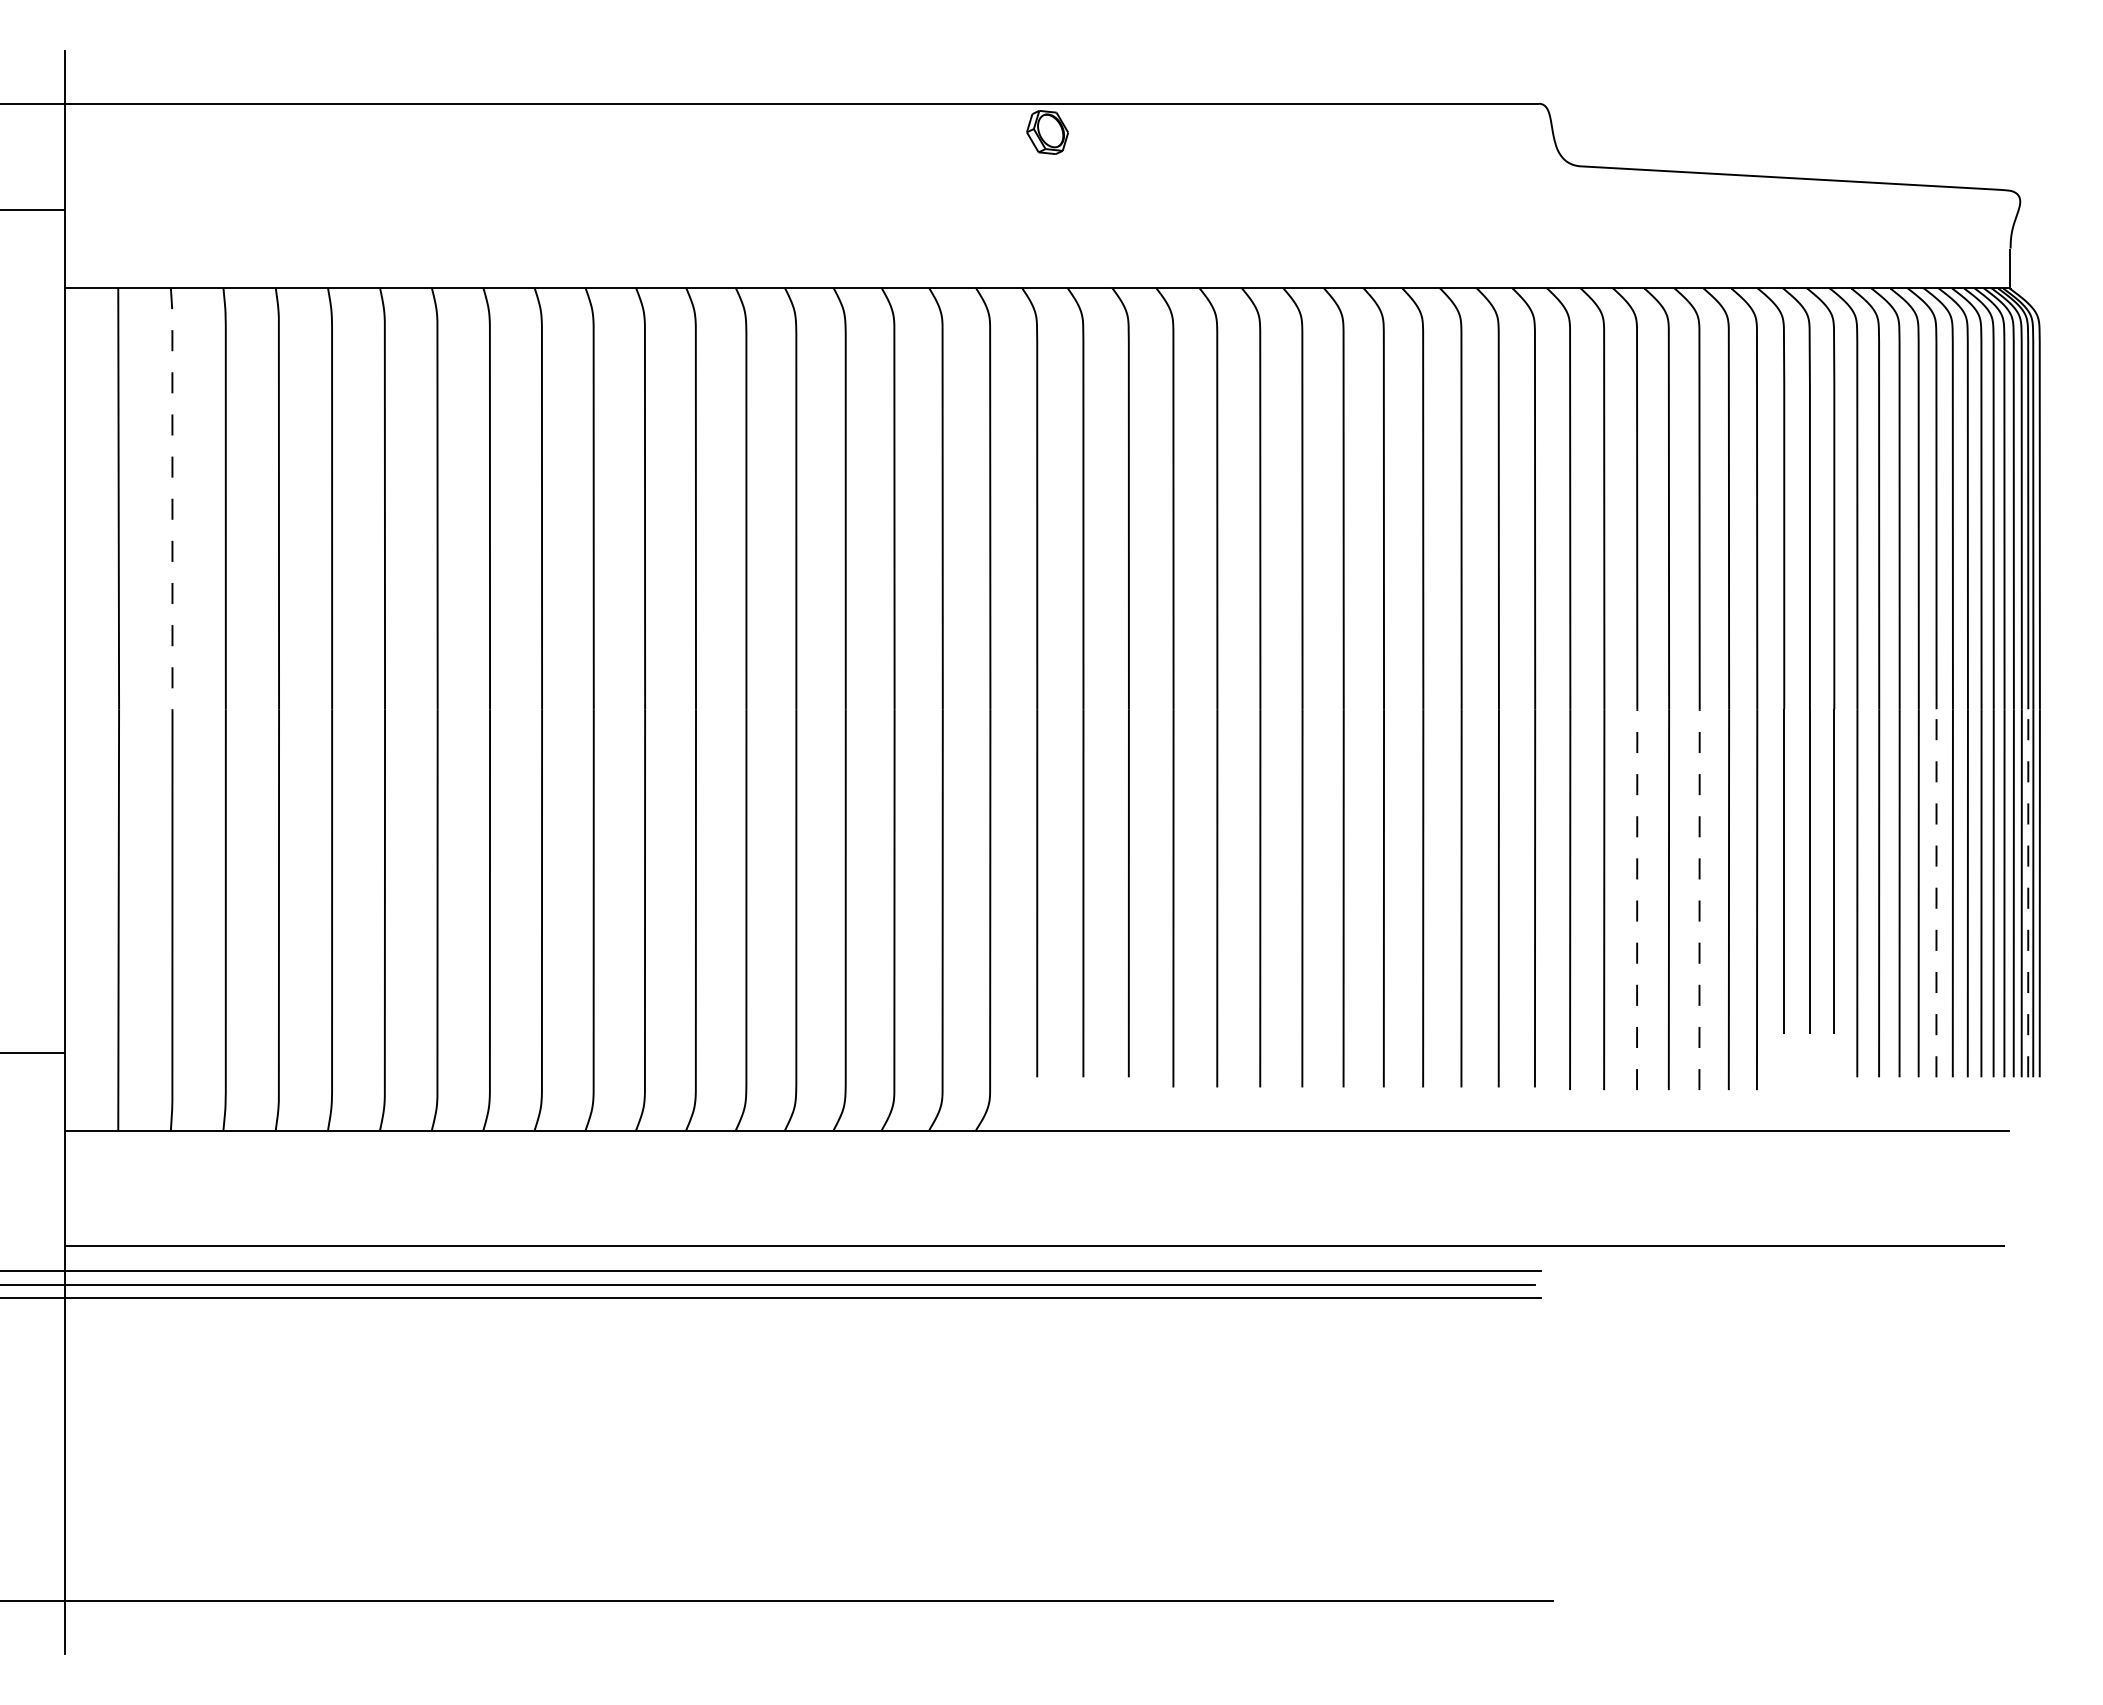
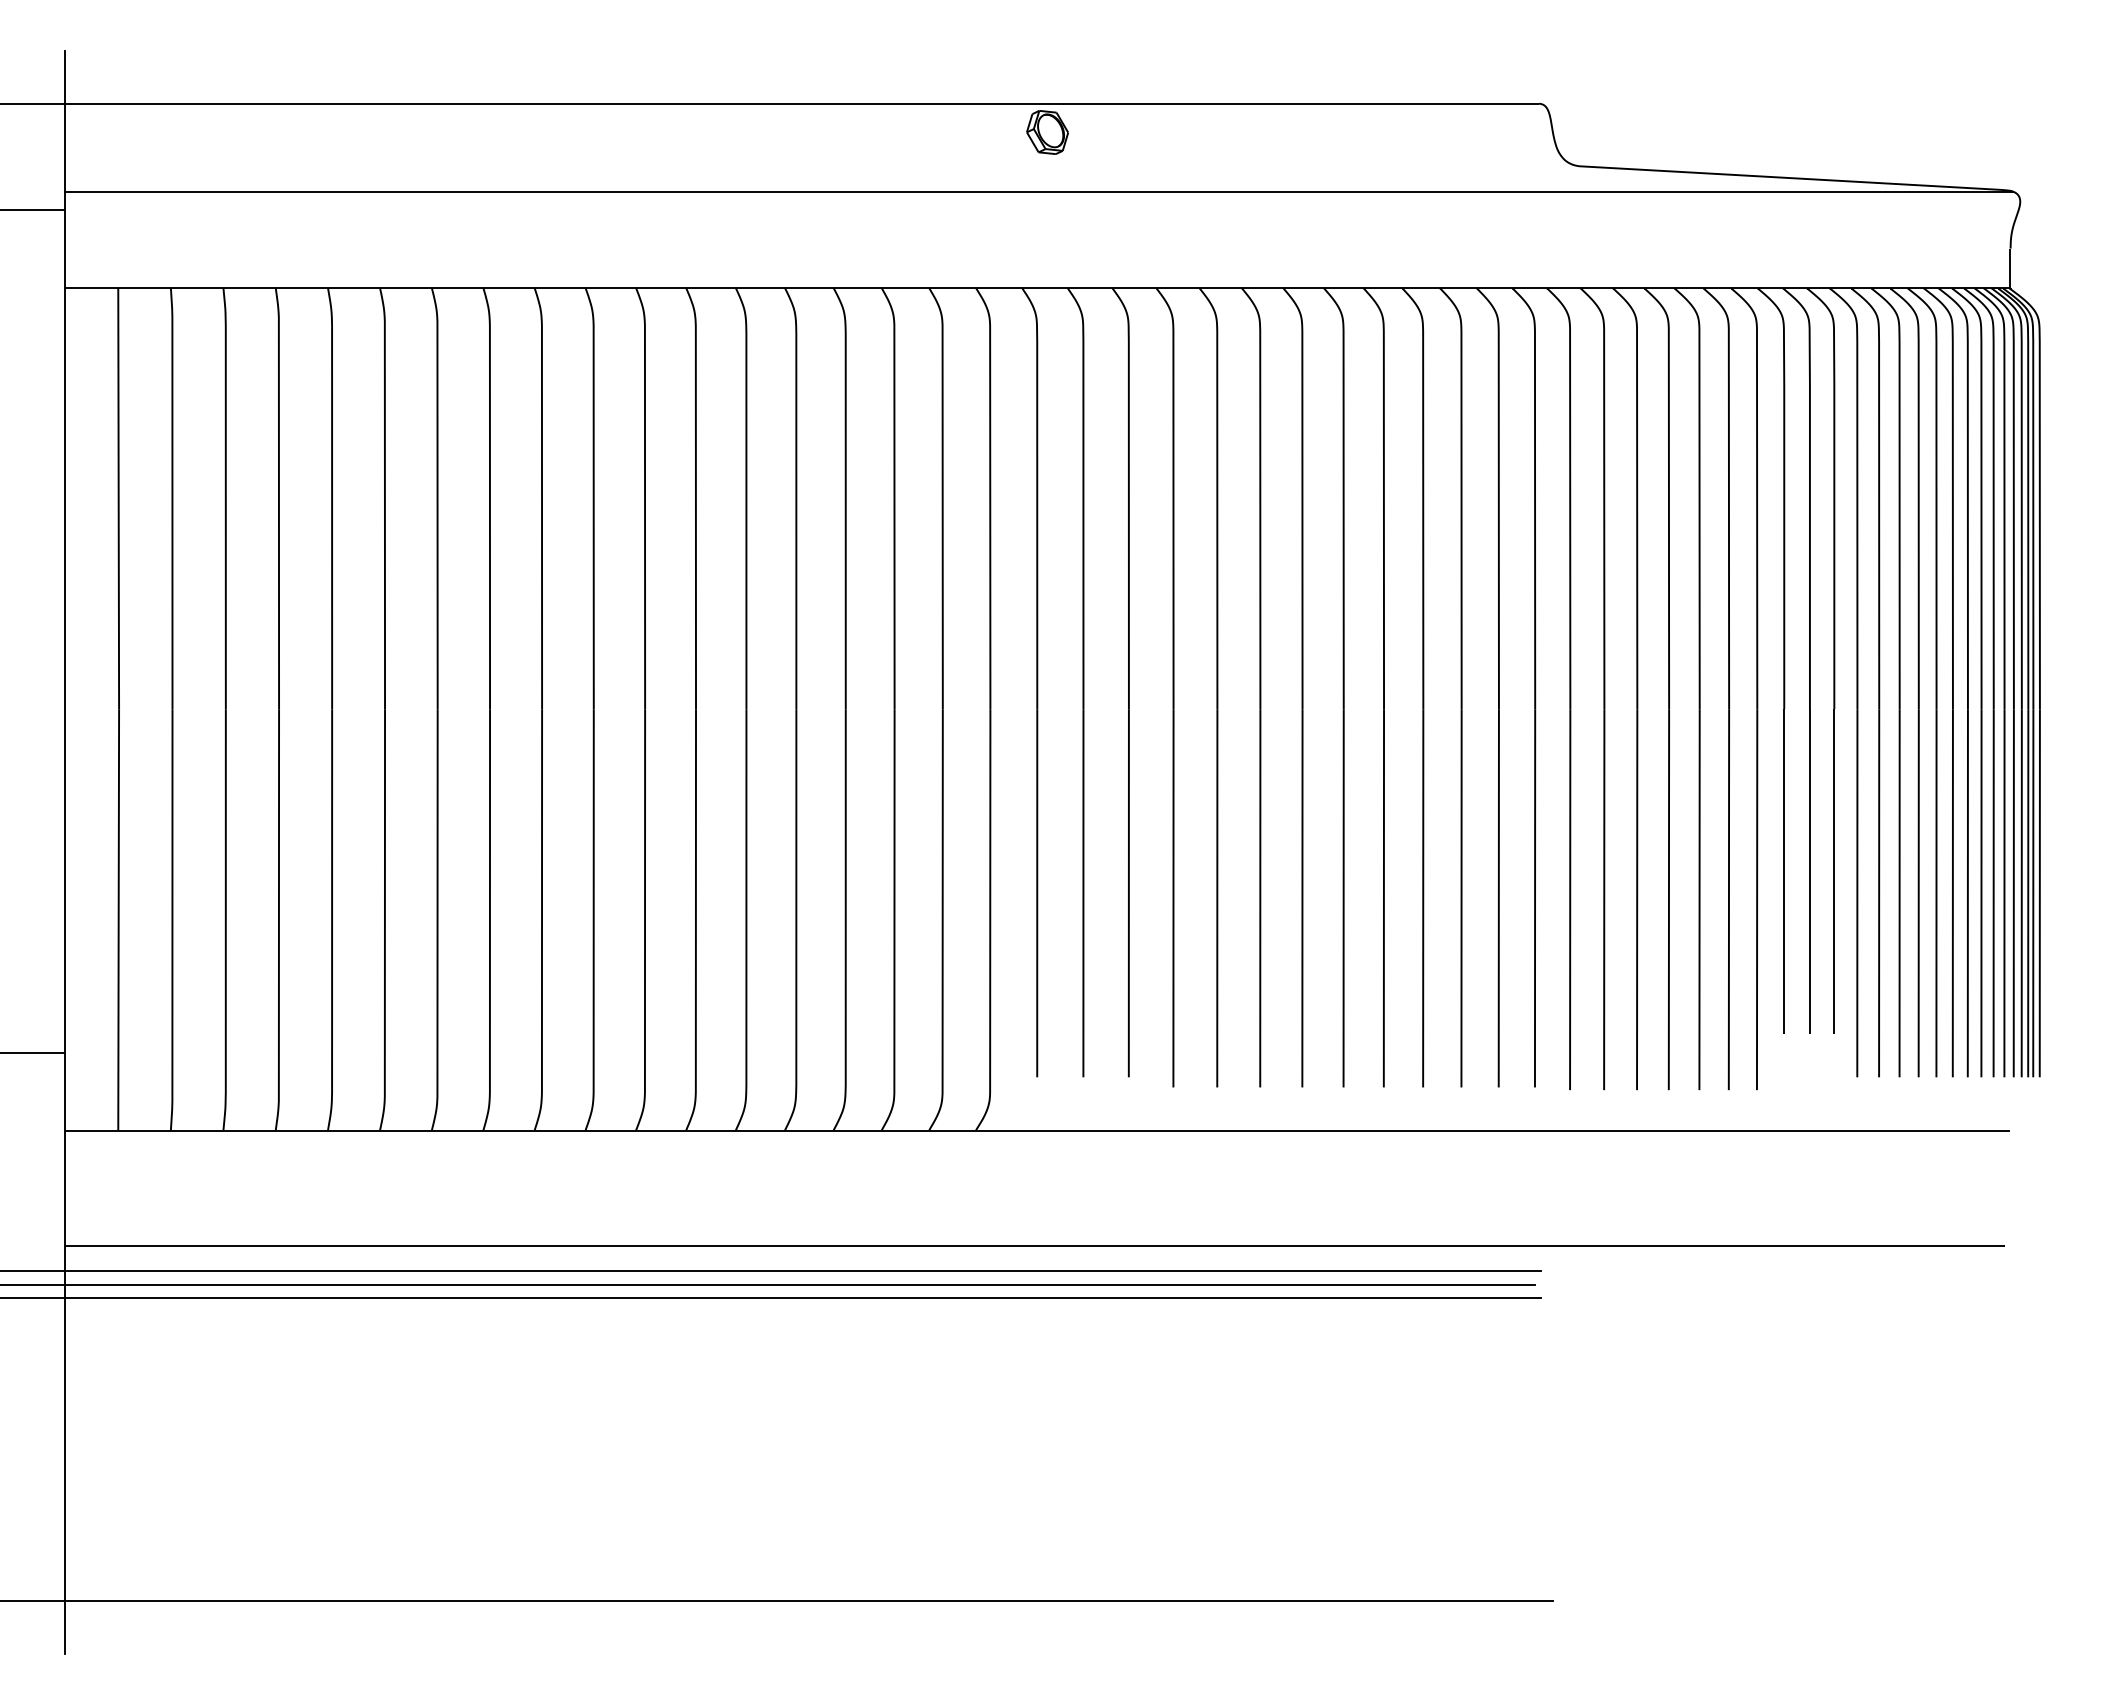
line at (1039, 191): none -> present
line at (172, 497): dashed -> solid
line at (1936, 892): dashed -> solid
line at (2028, 892): dashed -> solid
line at (1637, 899): dashed -> solid
line at (1699, 899): dashed -> solid
